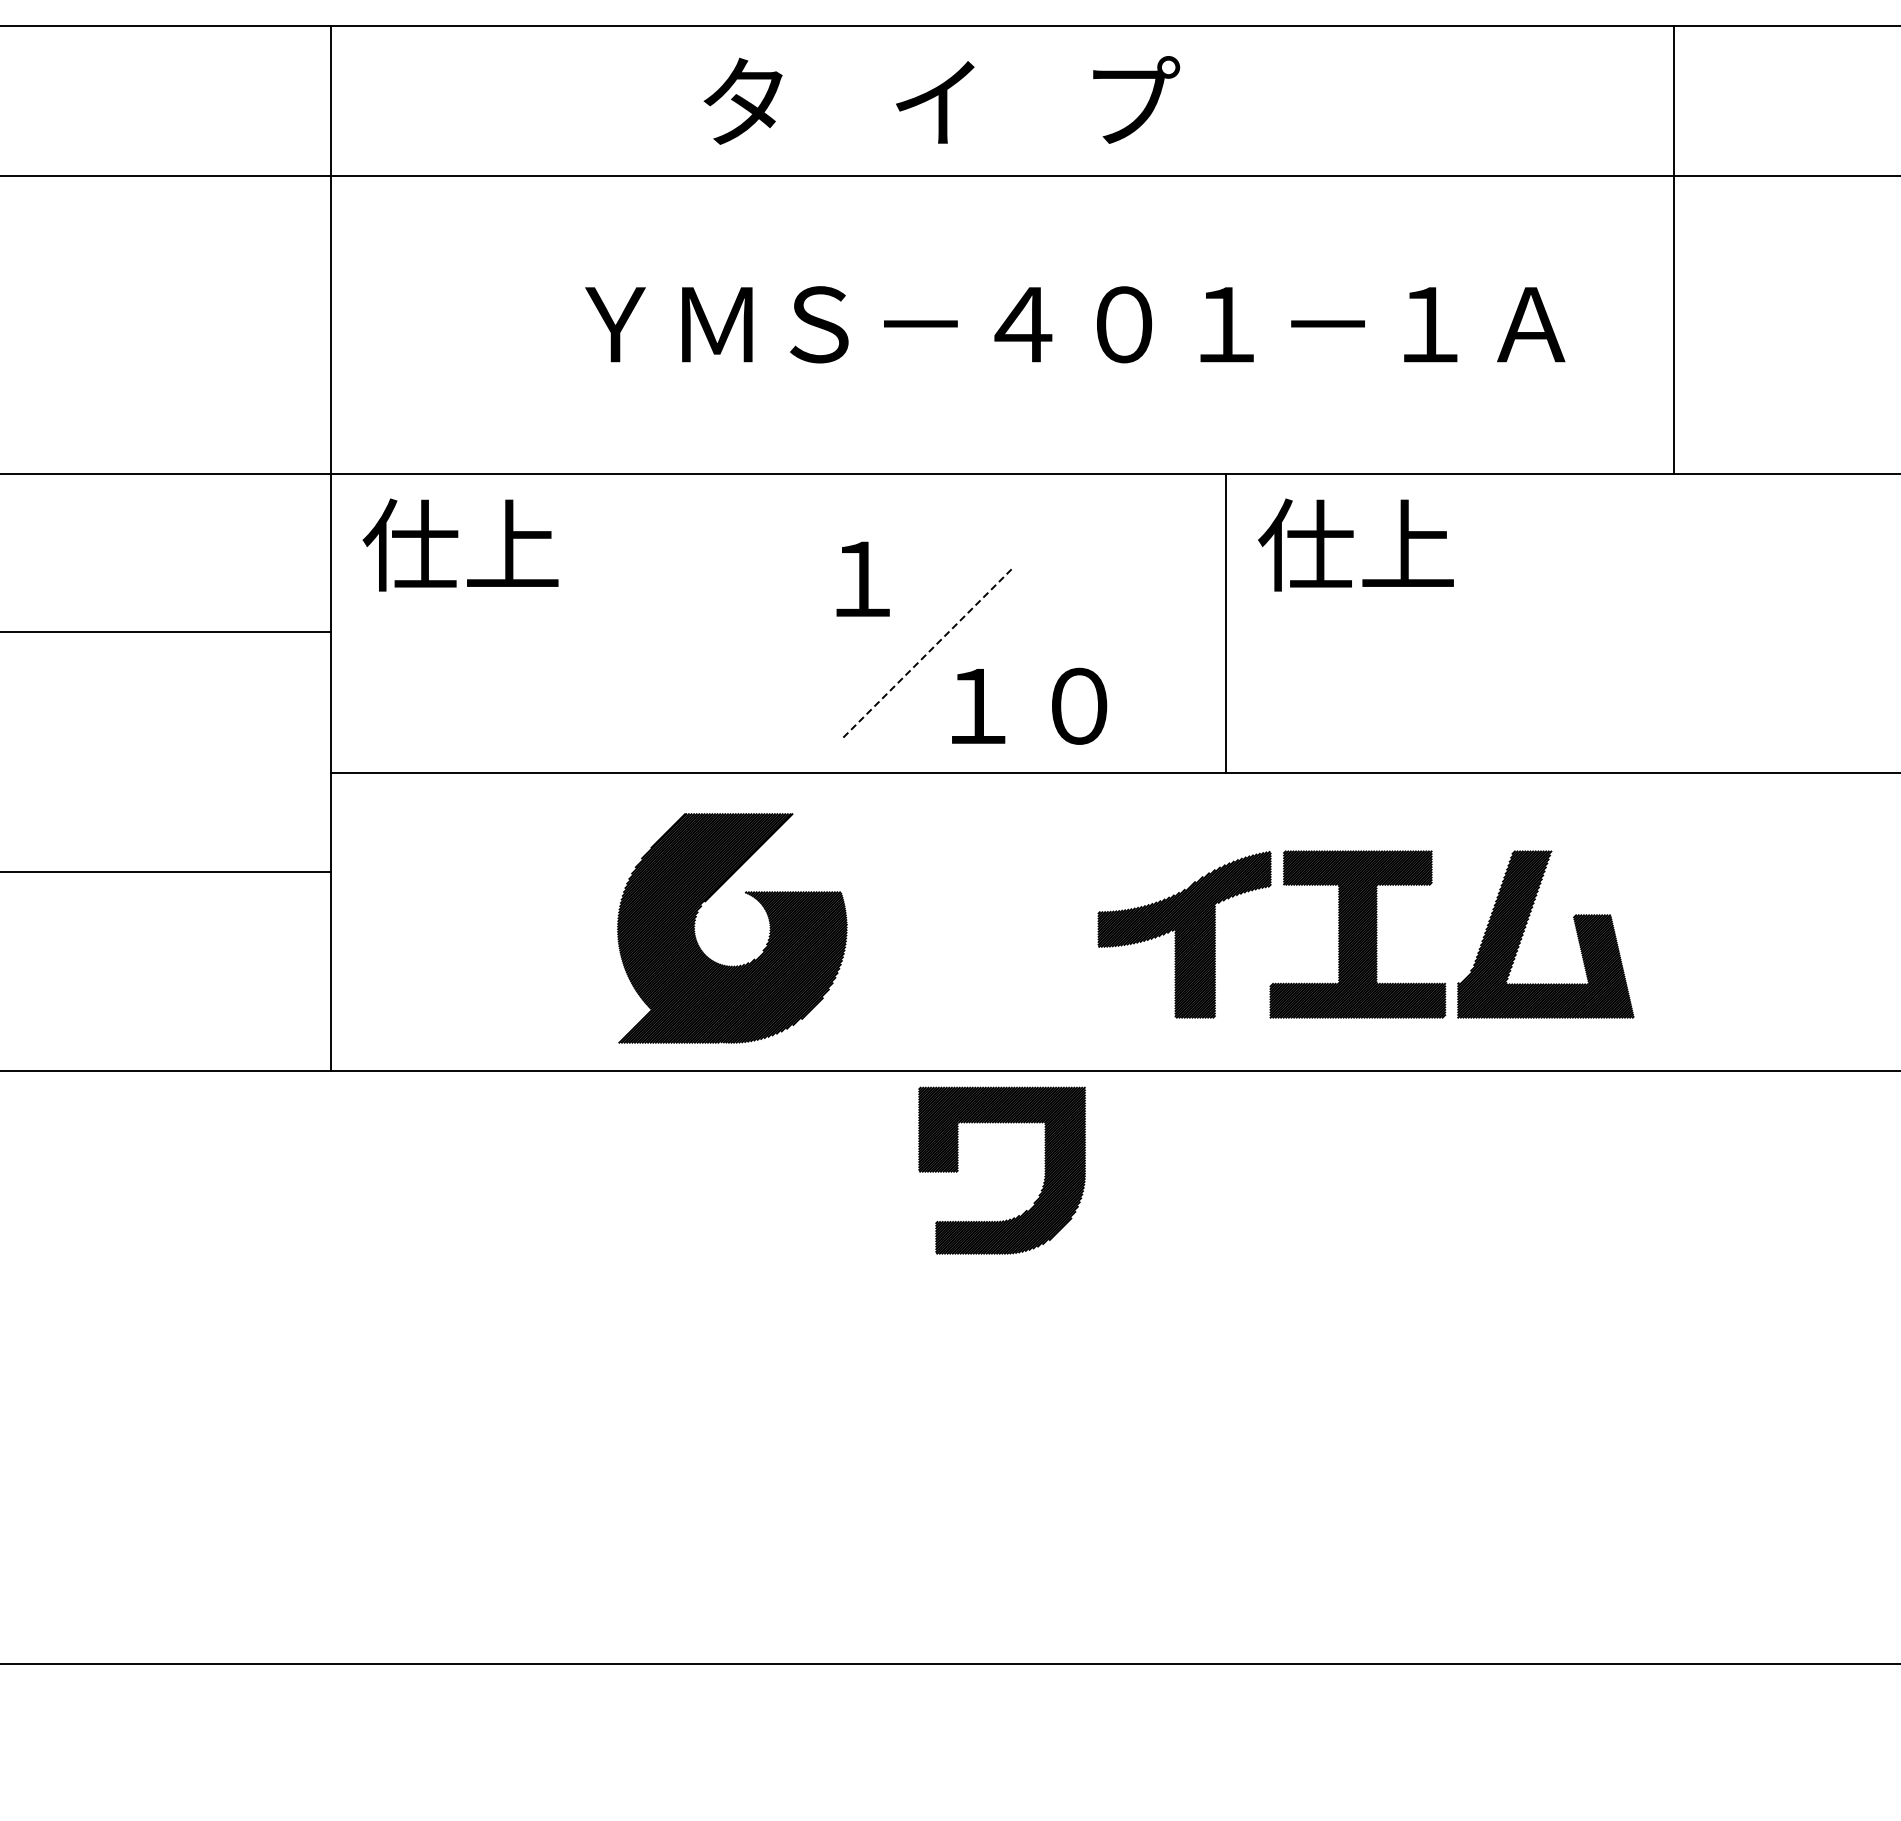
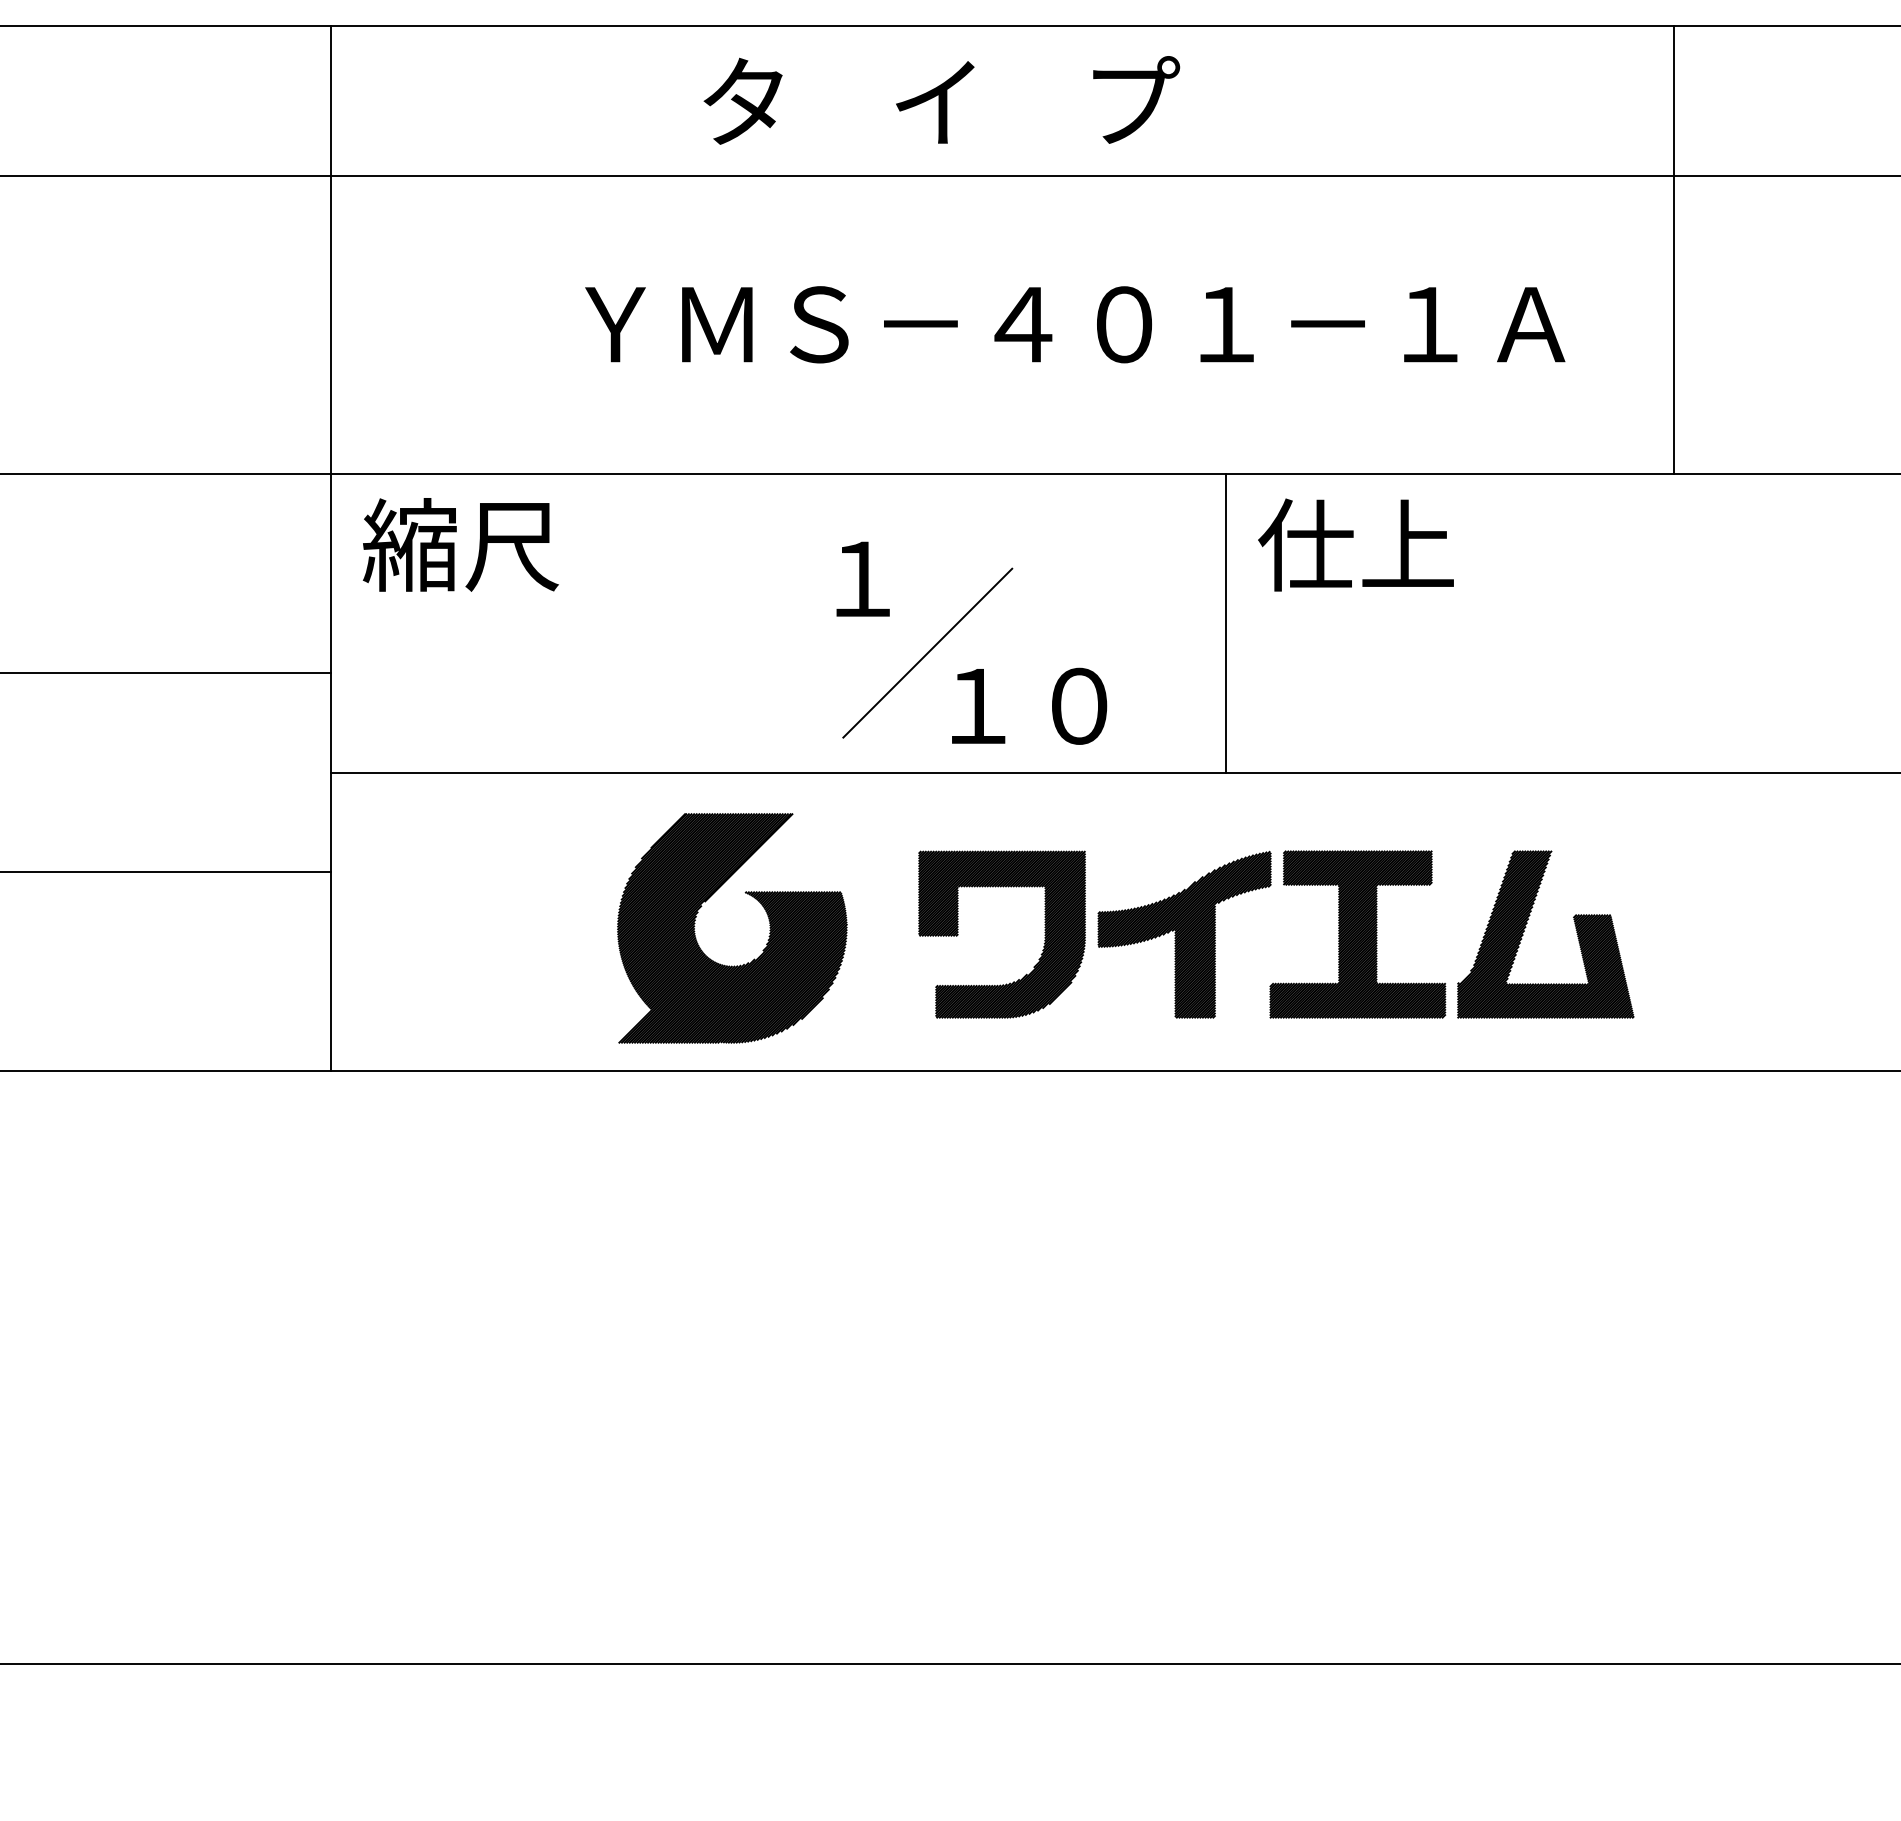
text at (460, 544): 仕上 -> 縮尺
line at (166, 632) position: (166, 632) -> (166, 673)
line at (928, 652): dashed -> solid
part at (1043, 1179) position: (1043, 1179) -> (1043, 943)
